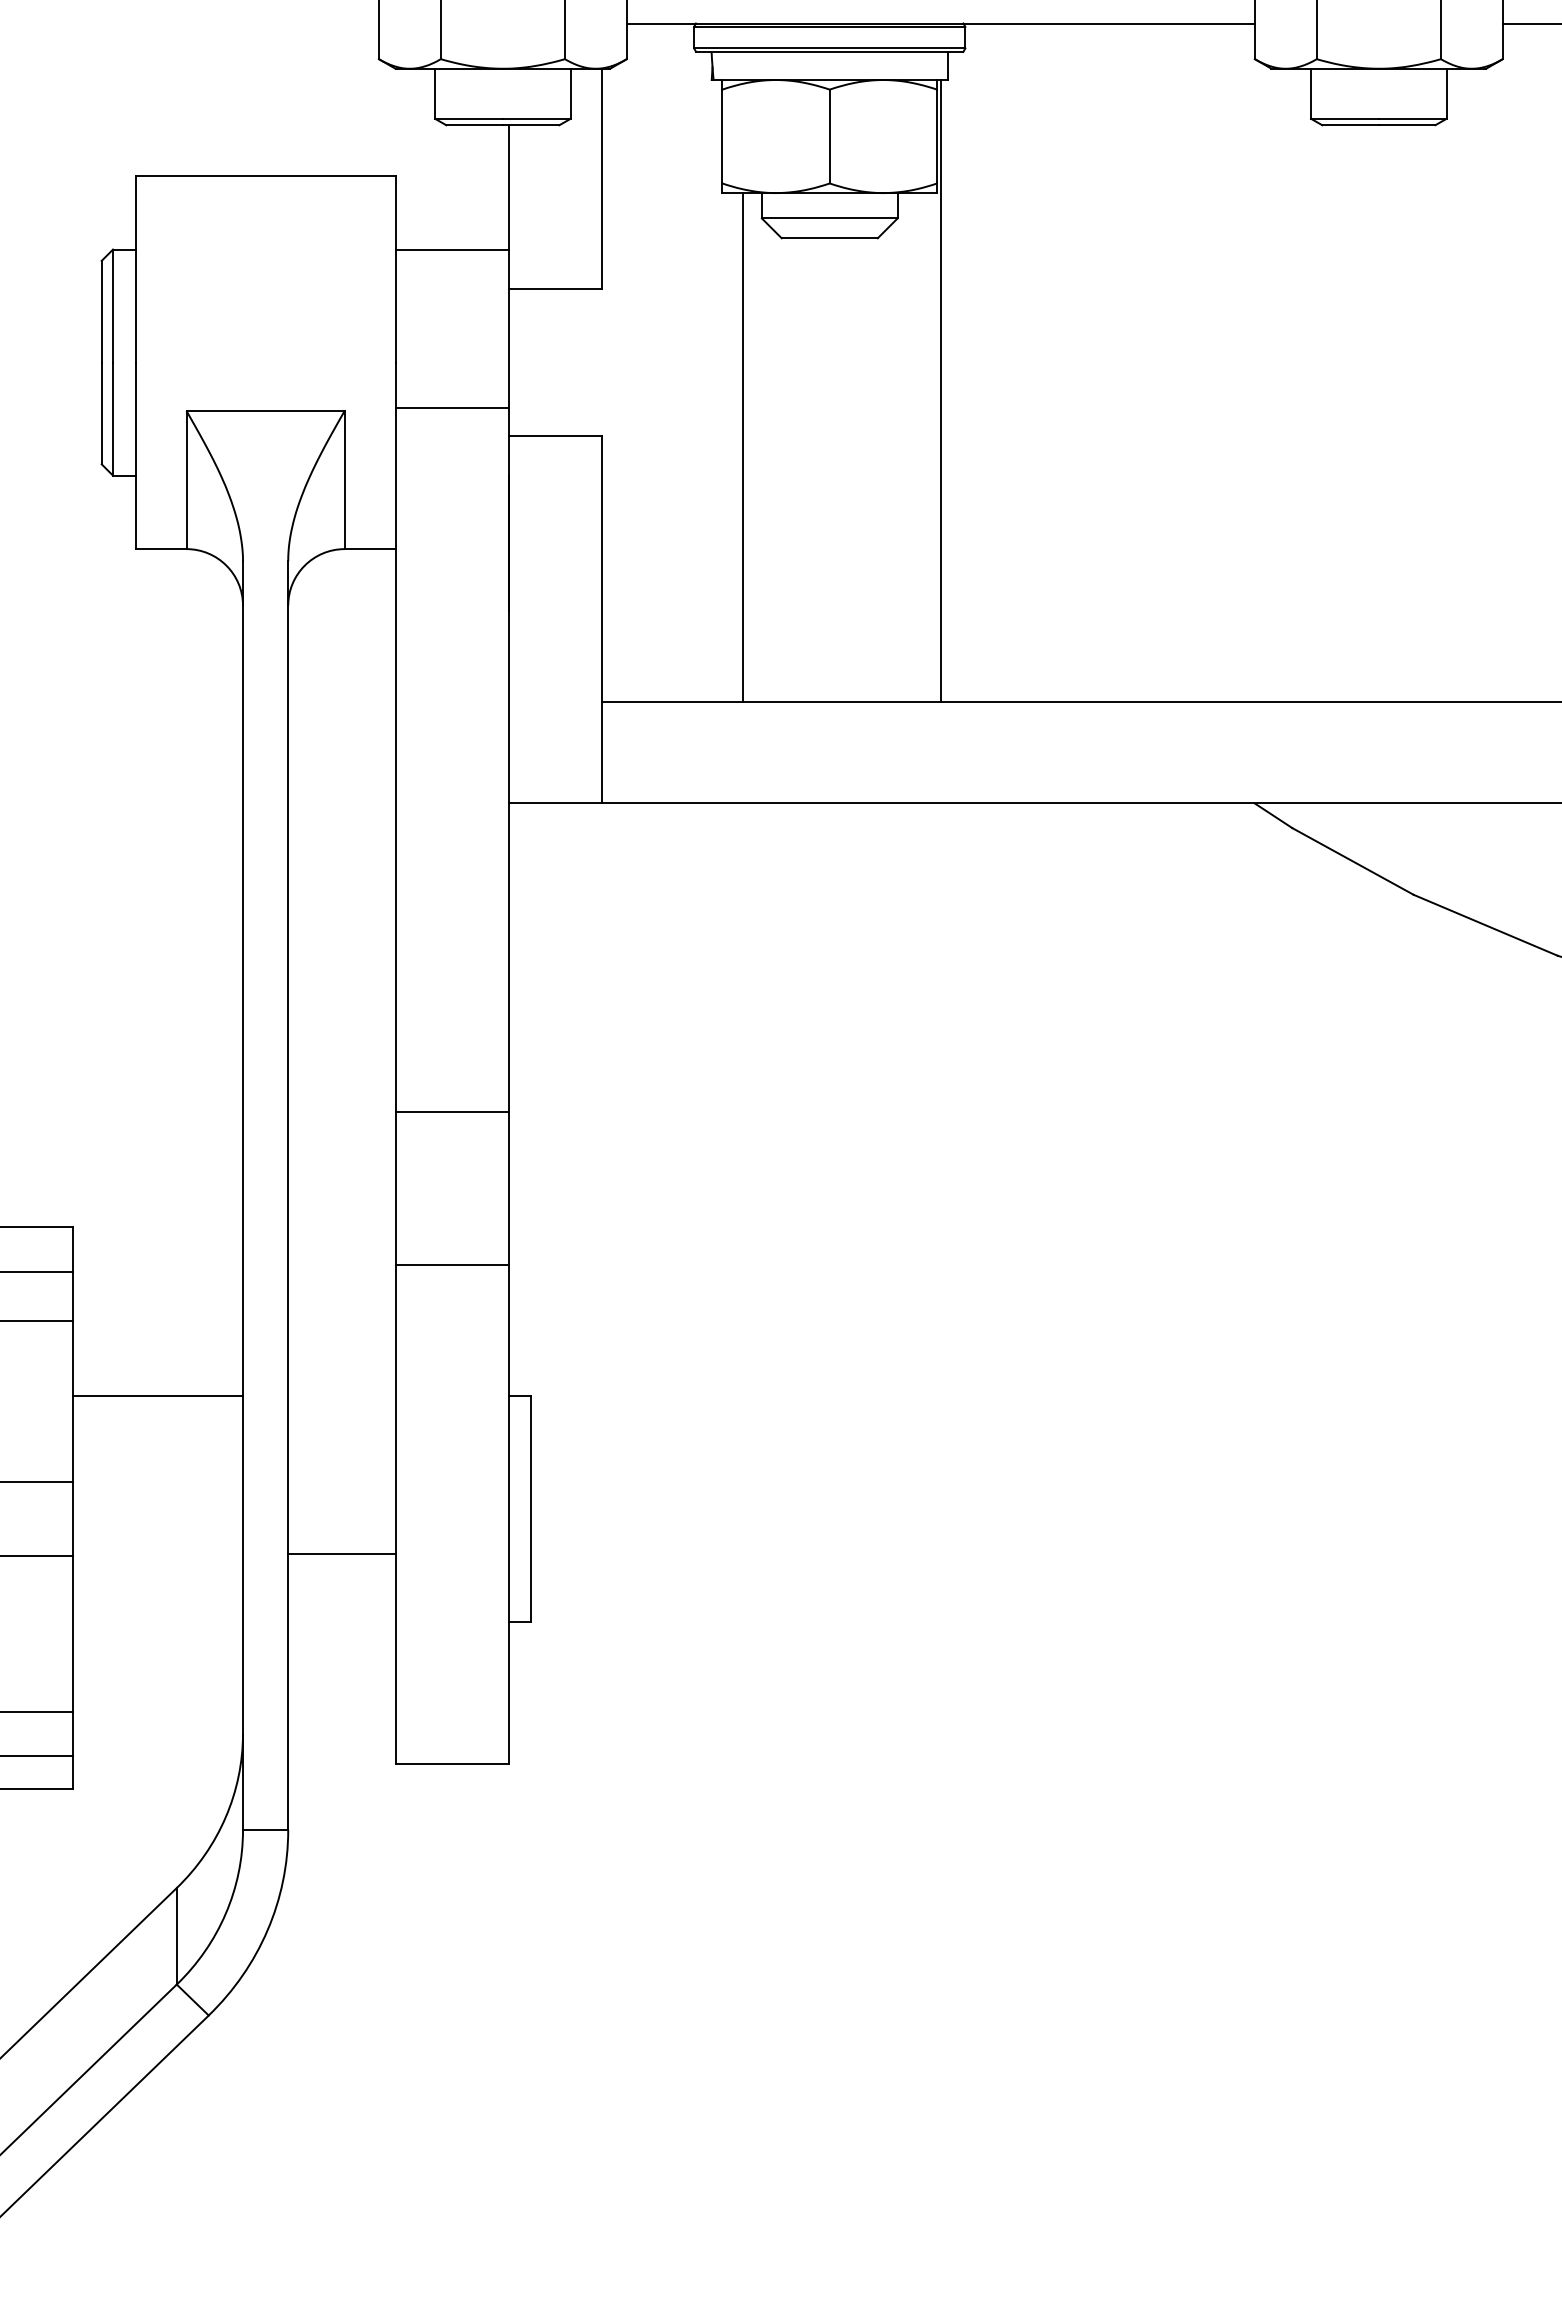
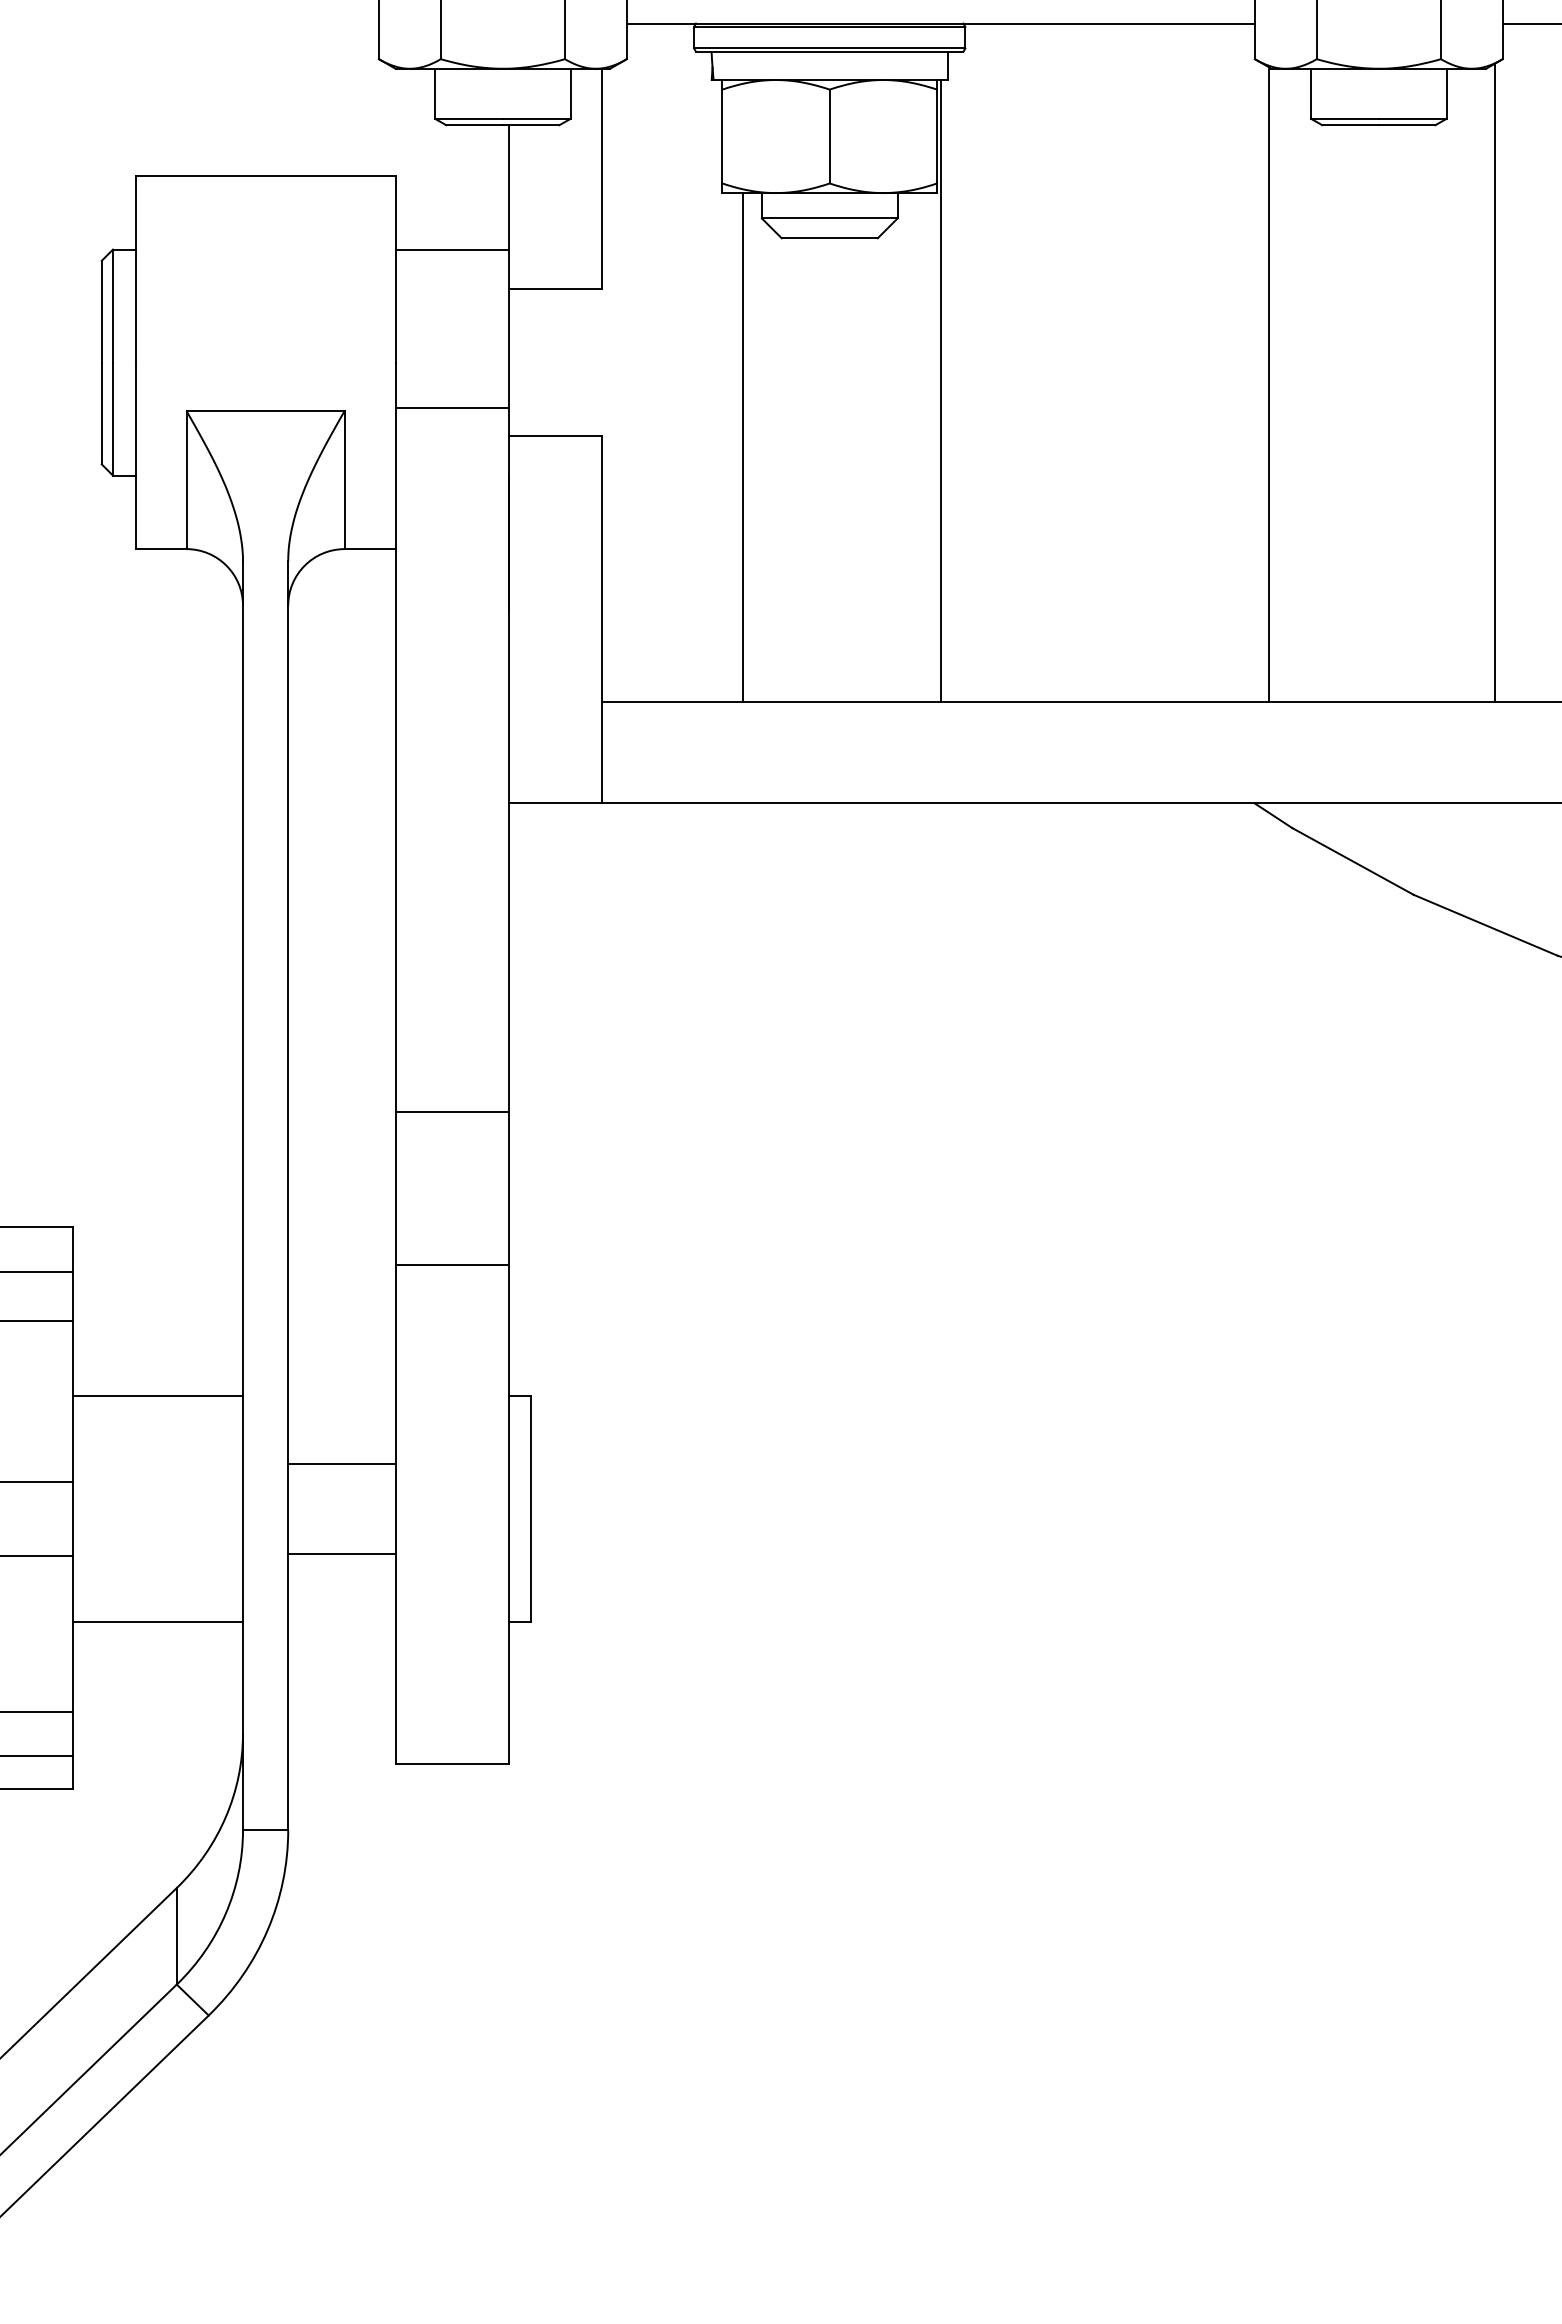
line at (1495, 382): none -> present
line at (1268, 384): none -> present
line at (341, 1463): none -> present
line at (158, 1621): none -> present
